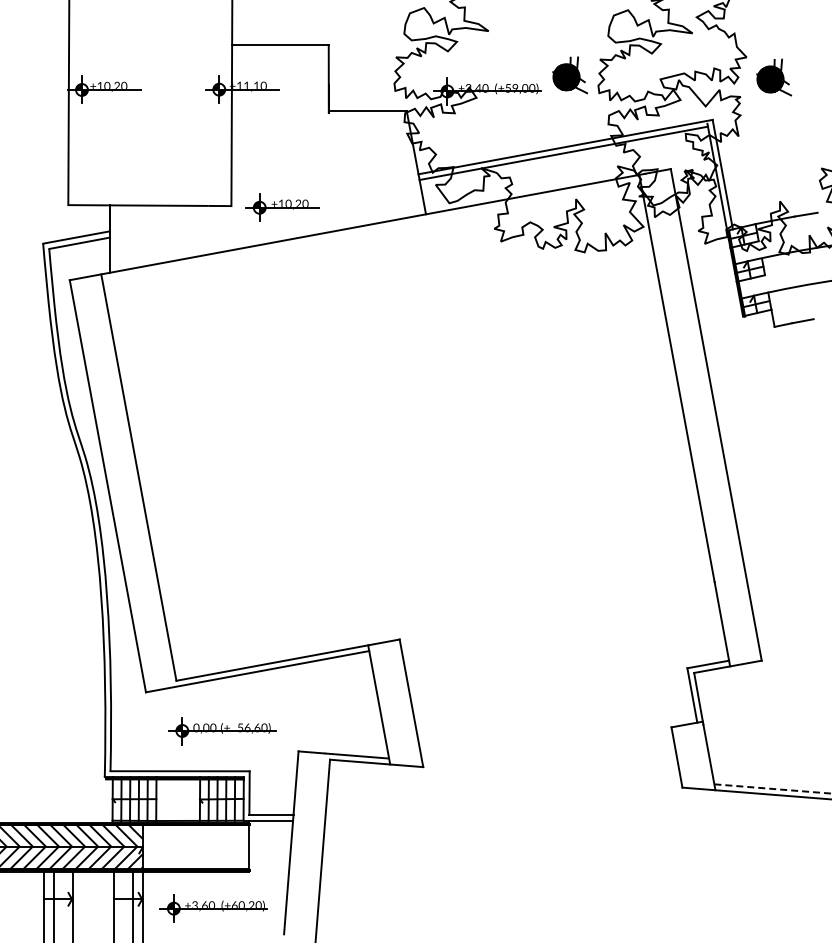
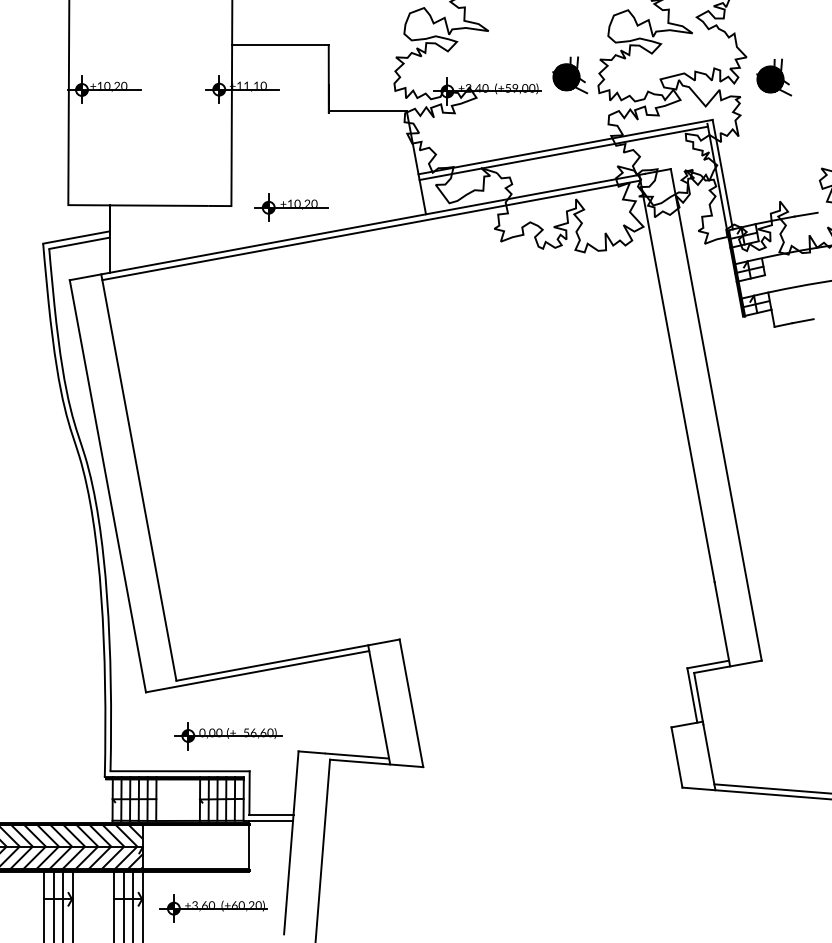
part at (282, 207) position: (282, 207) -> (291, 207)
line at (371, 230): none -> present
part at (222, 731) position: (222, 731) -> (228, 736)
line at (773, 788): dashed -> solid
line at (63, 905): none -> present
line at (123, 905): none -> present
